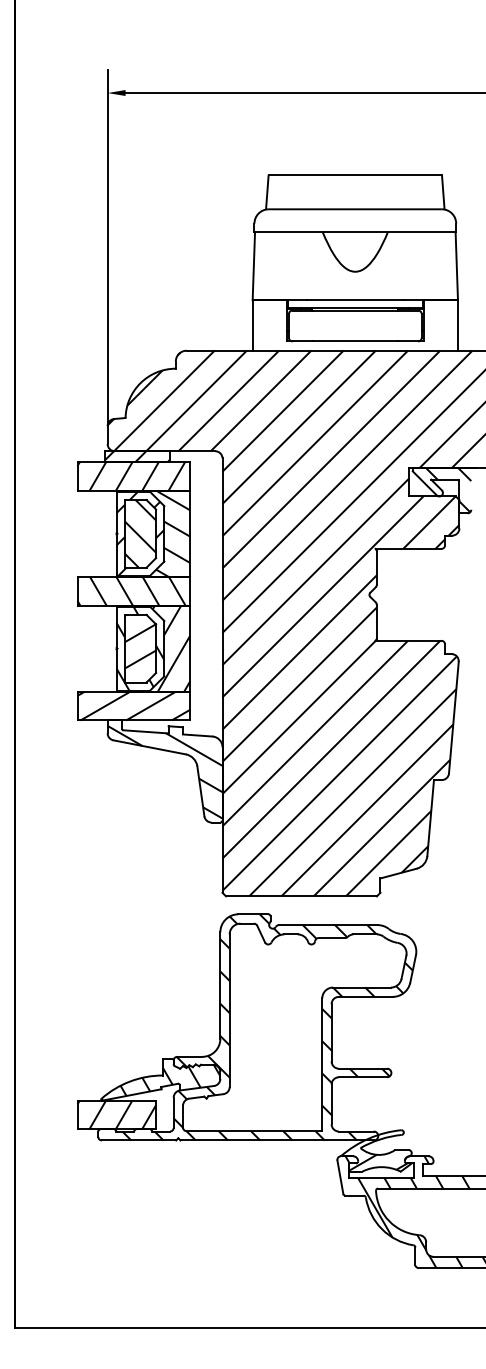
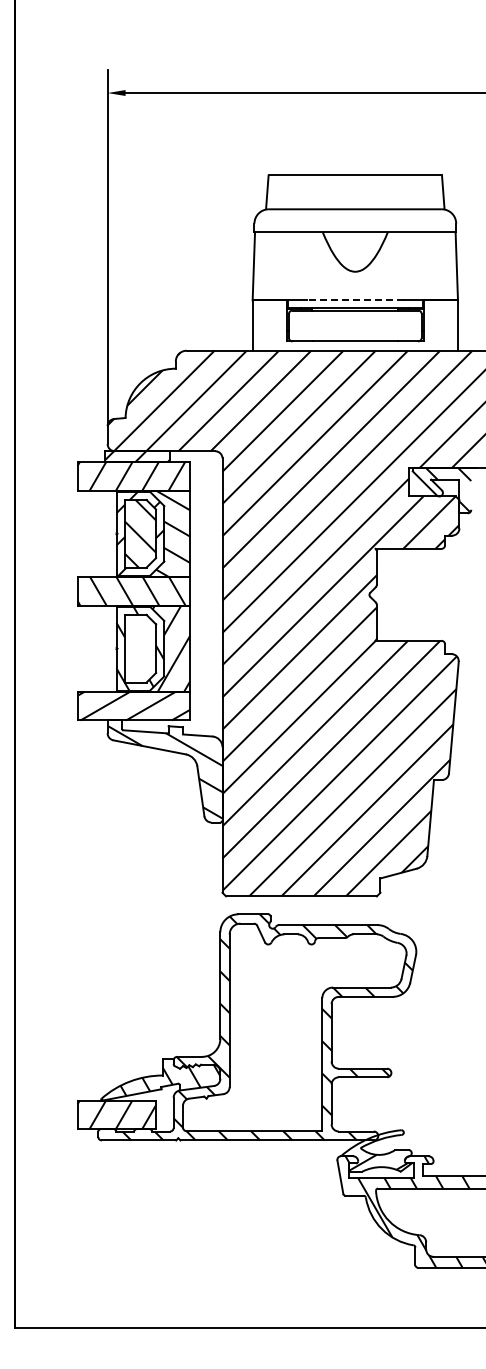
line at (355, 300): solid -> dashed
hatch at (140, 648): present -> none
